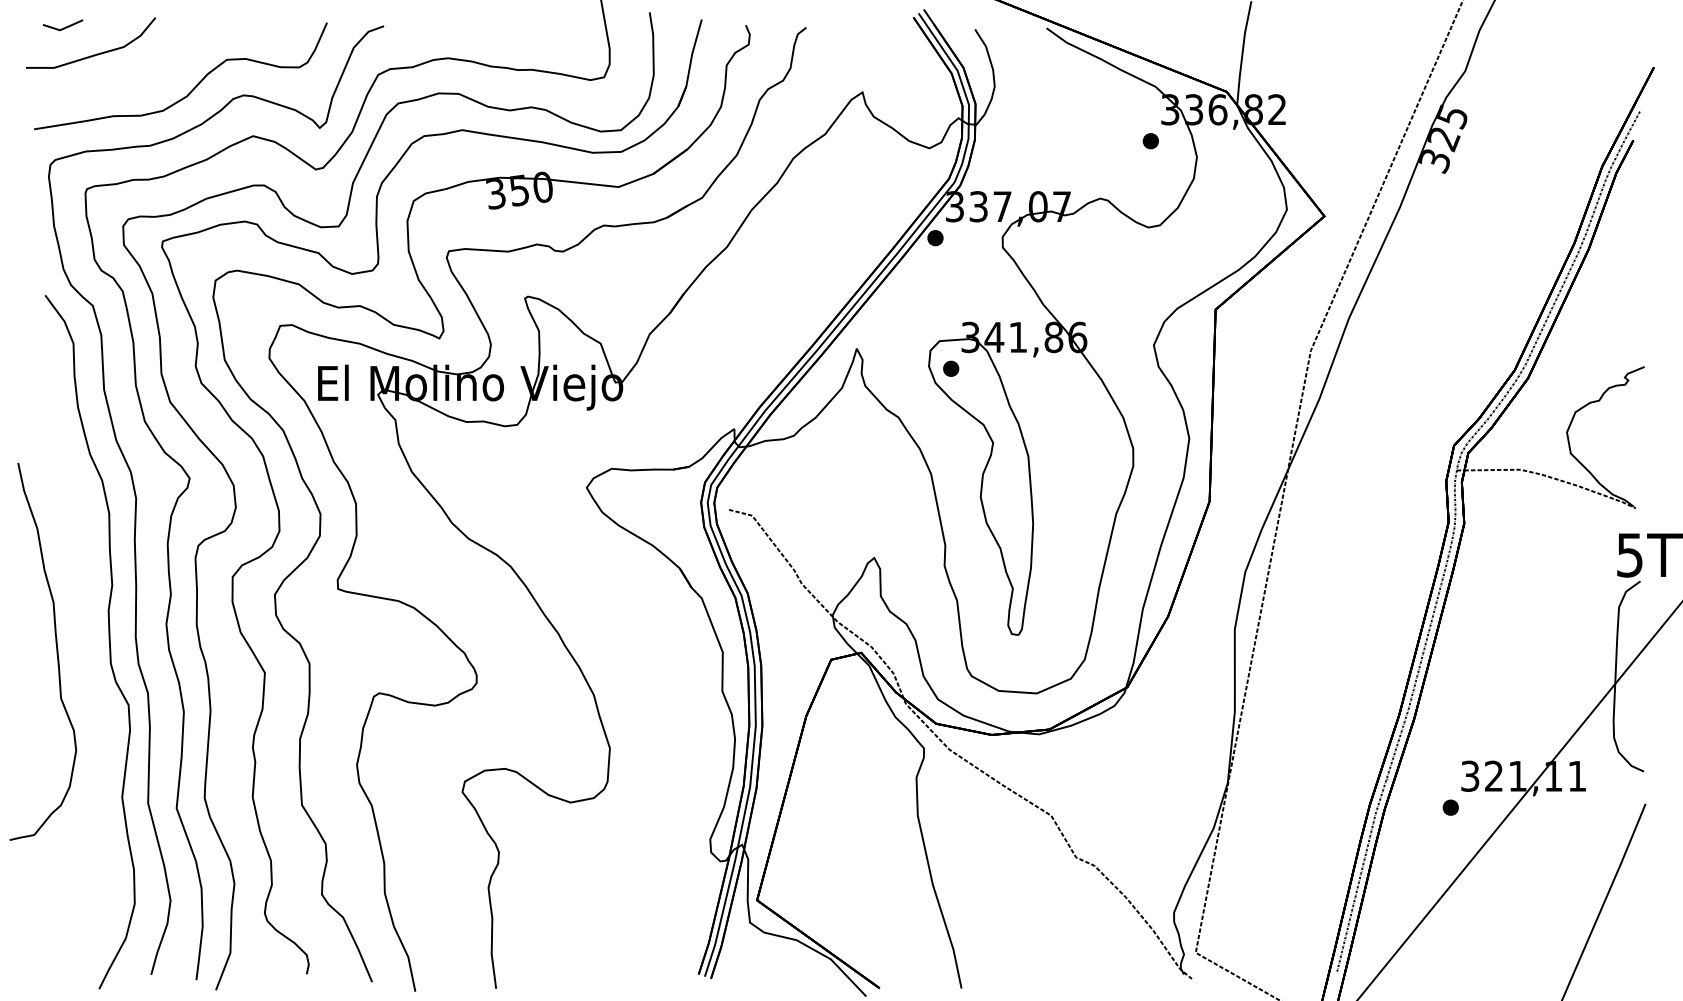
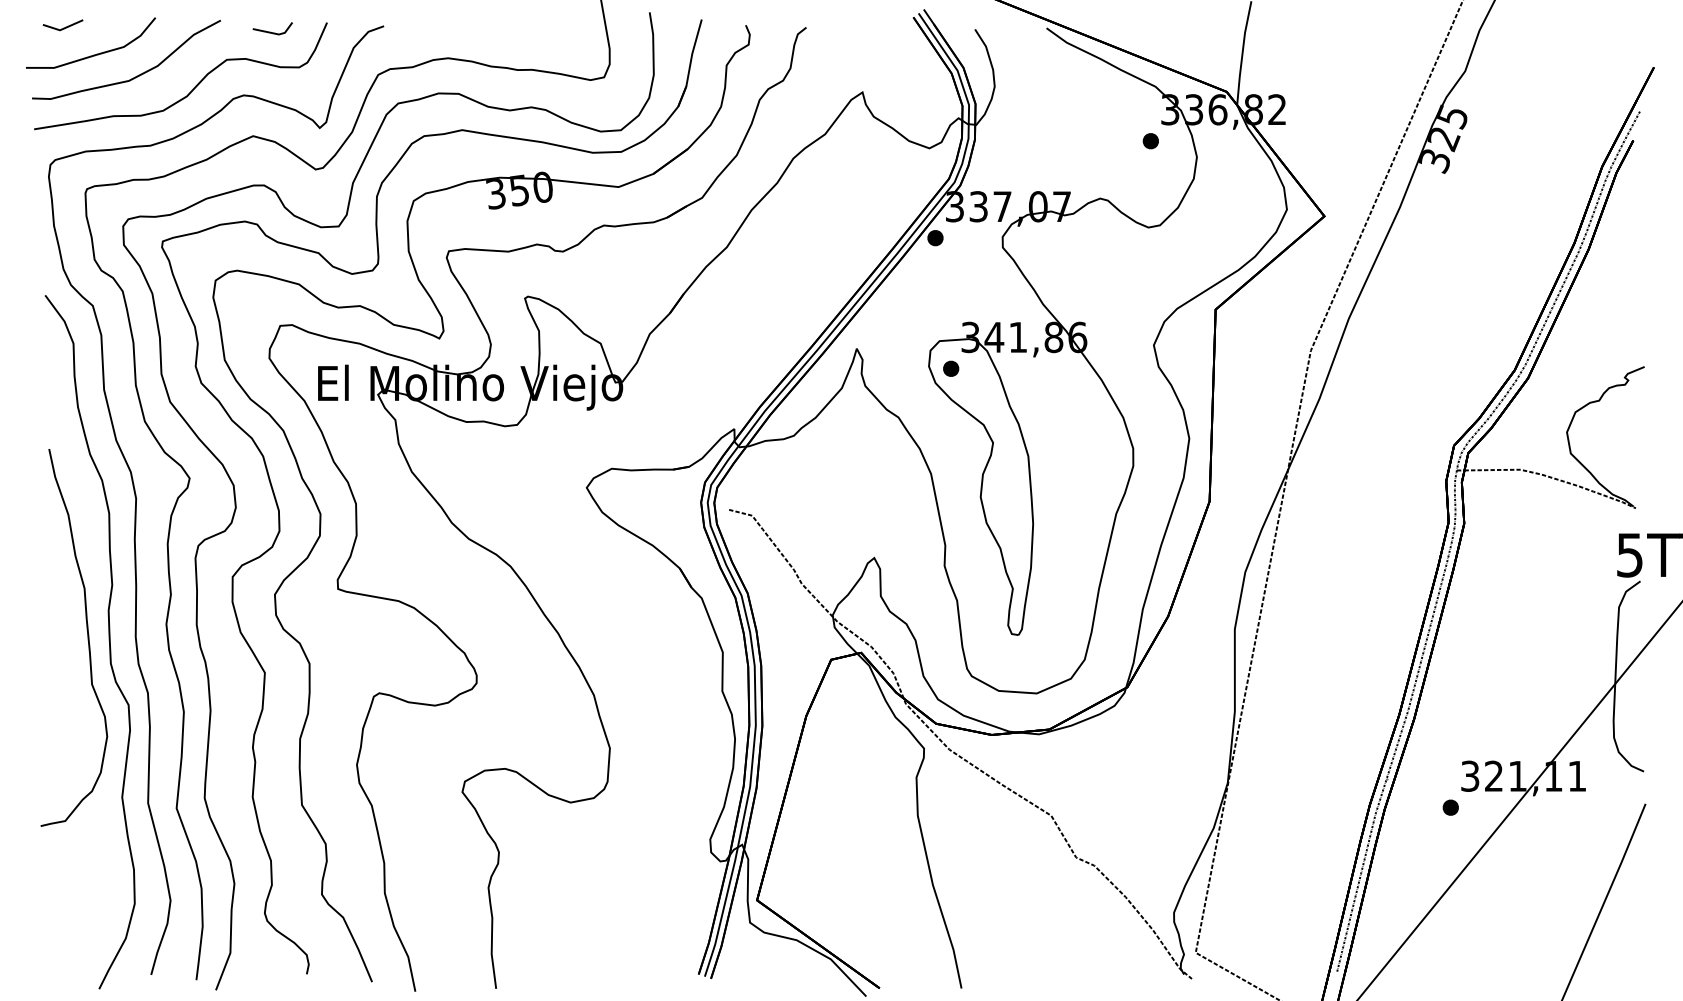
line at (270, 31): none -> present
curve at (138, 74): none -> present
curve at (56, 651) position: (56, 651) -> (87, 637)
